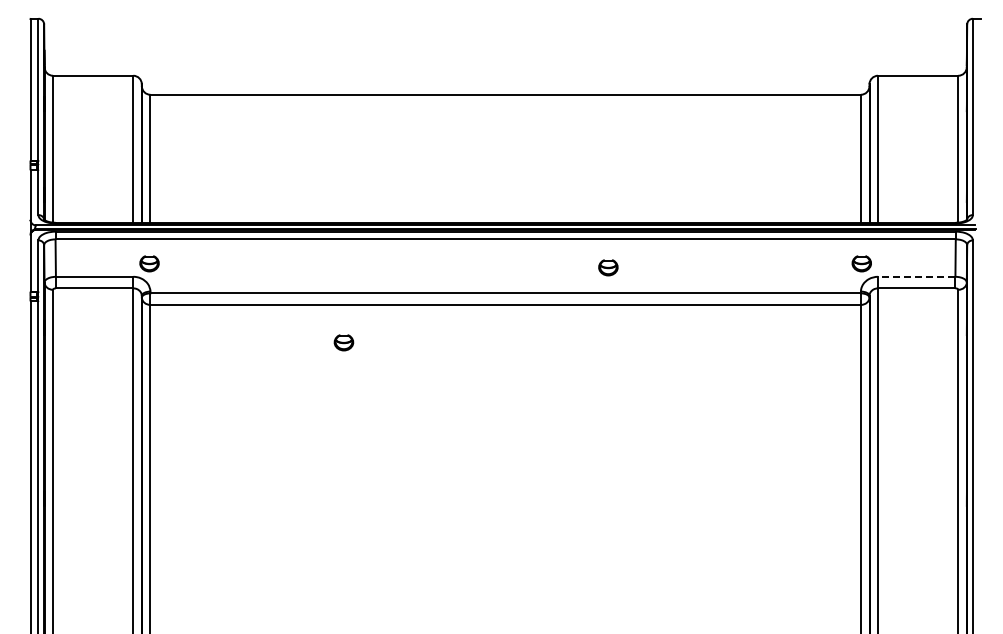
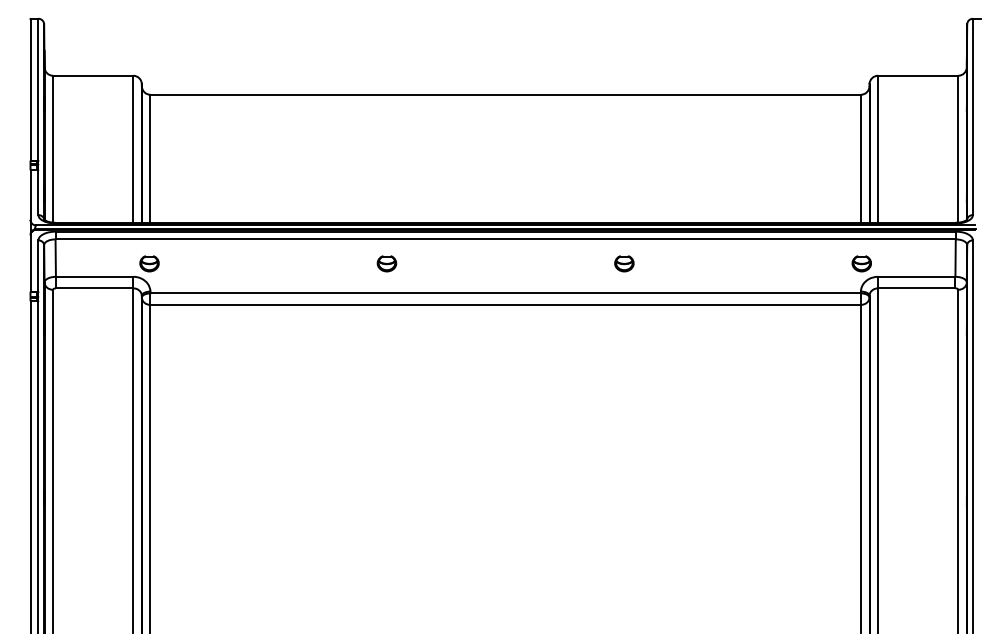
part at (608, 267) position: (608, 267) -> (624, 263)
line at (916, 276): dashed -> solid
part at (343, 342) position: (343, 342) -> (386, 263)
